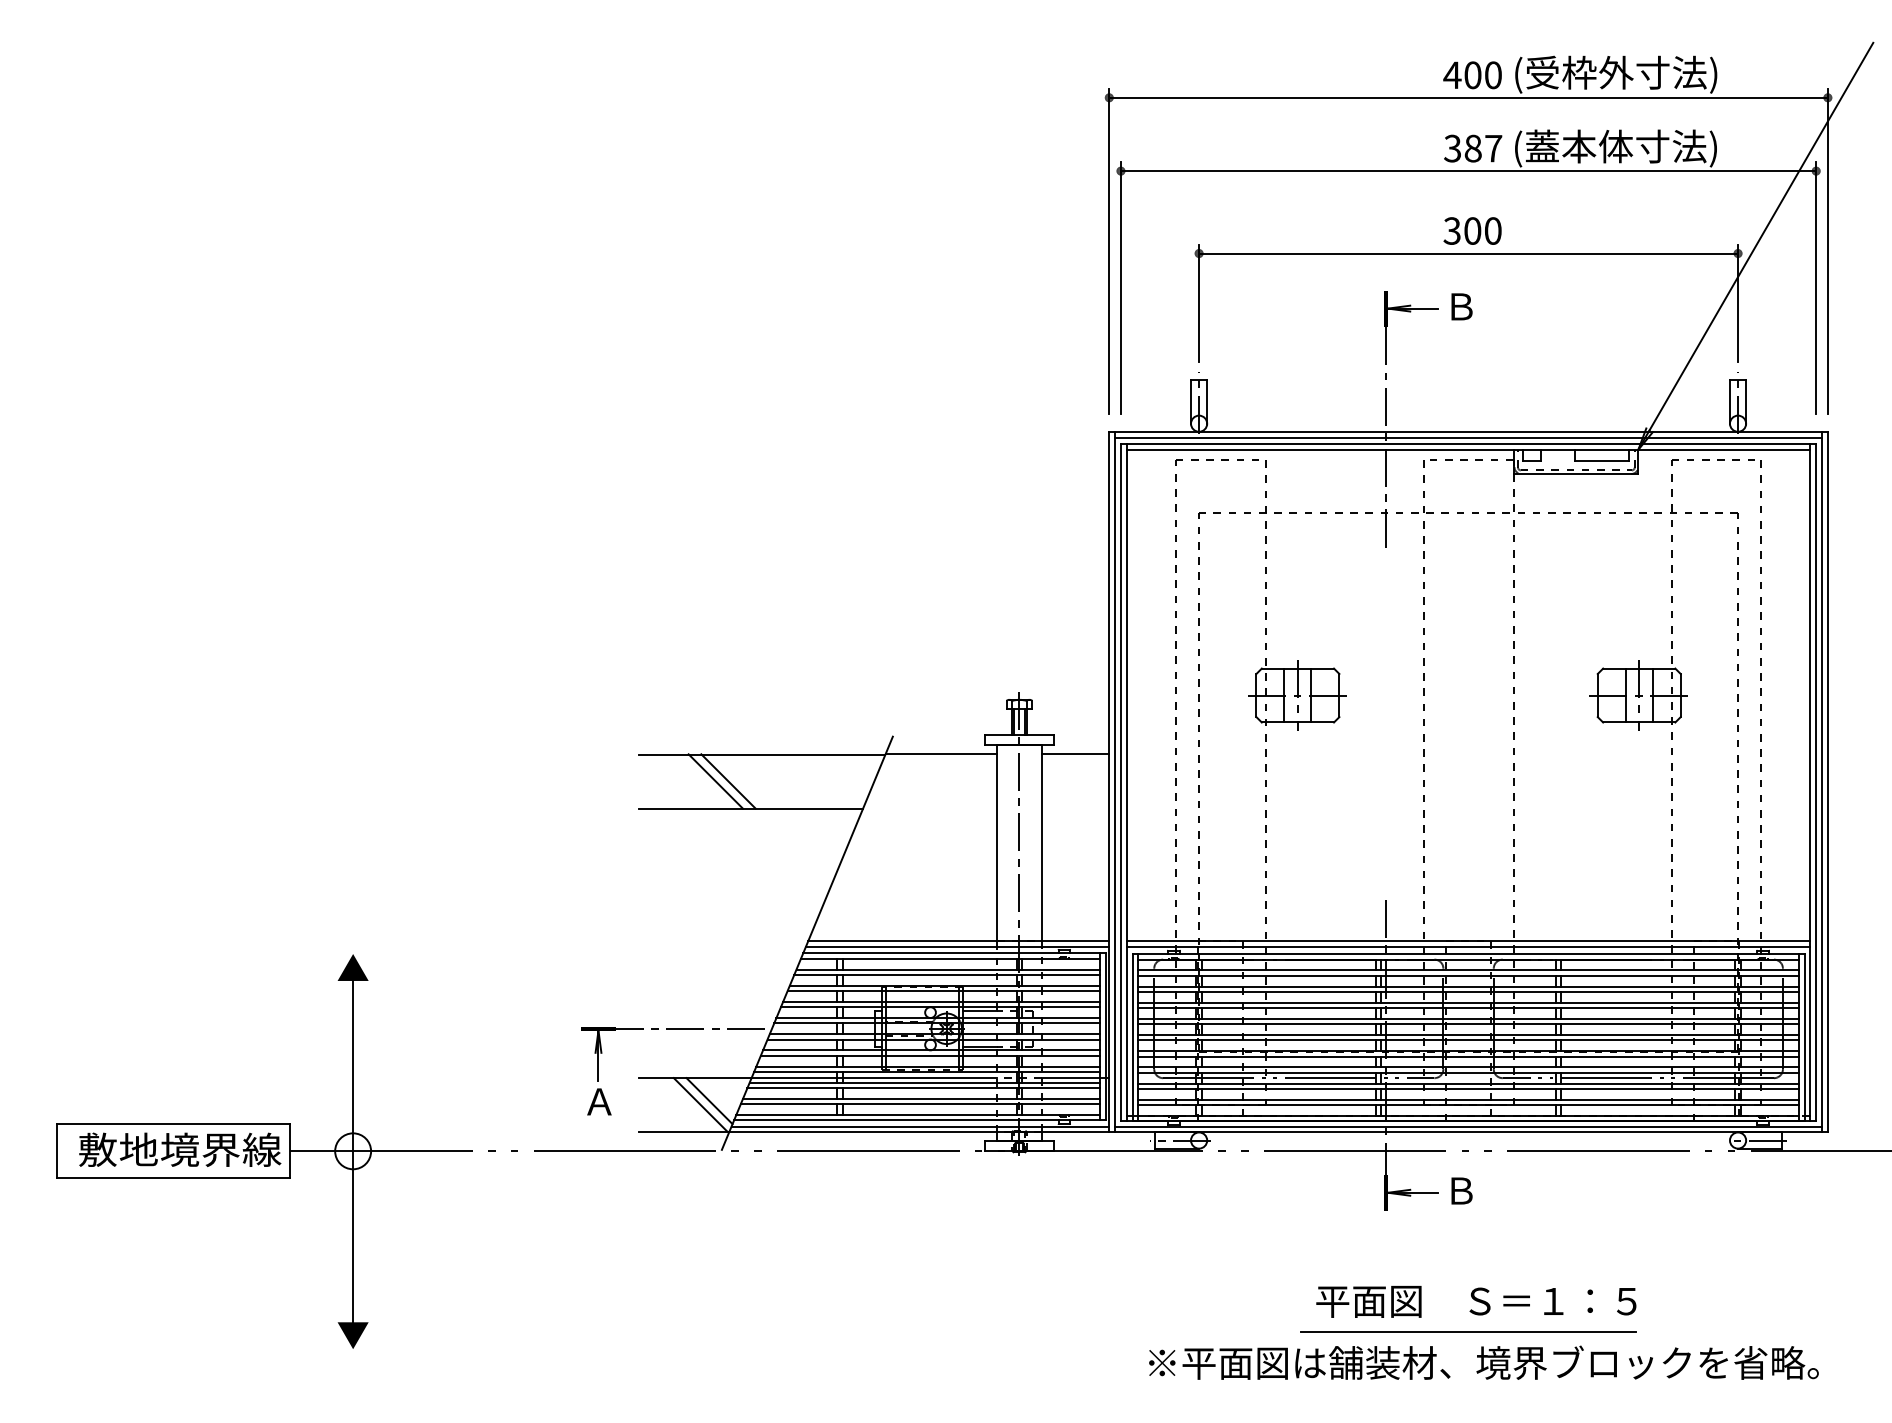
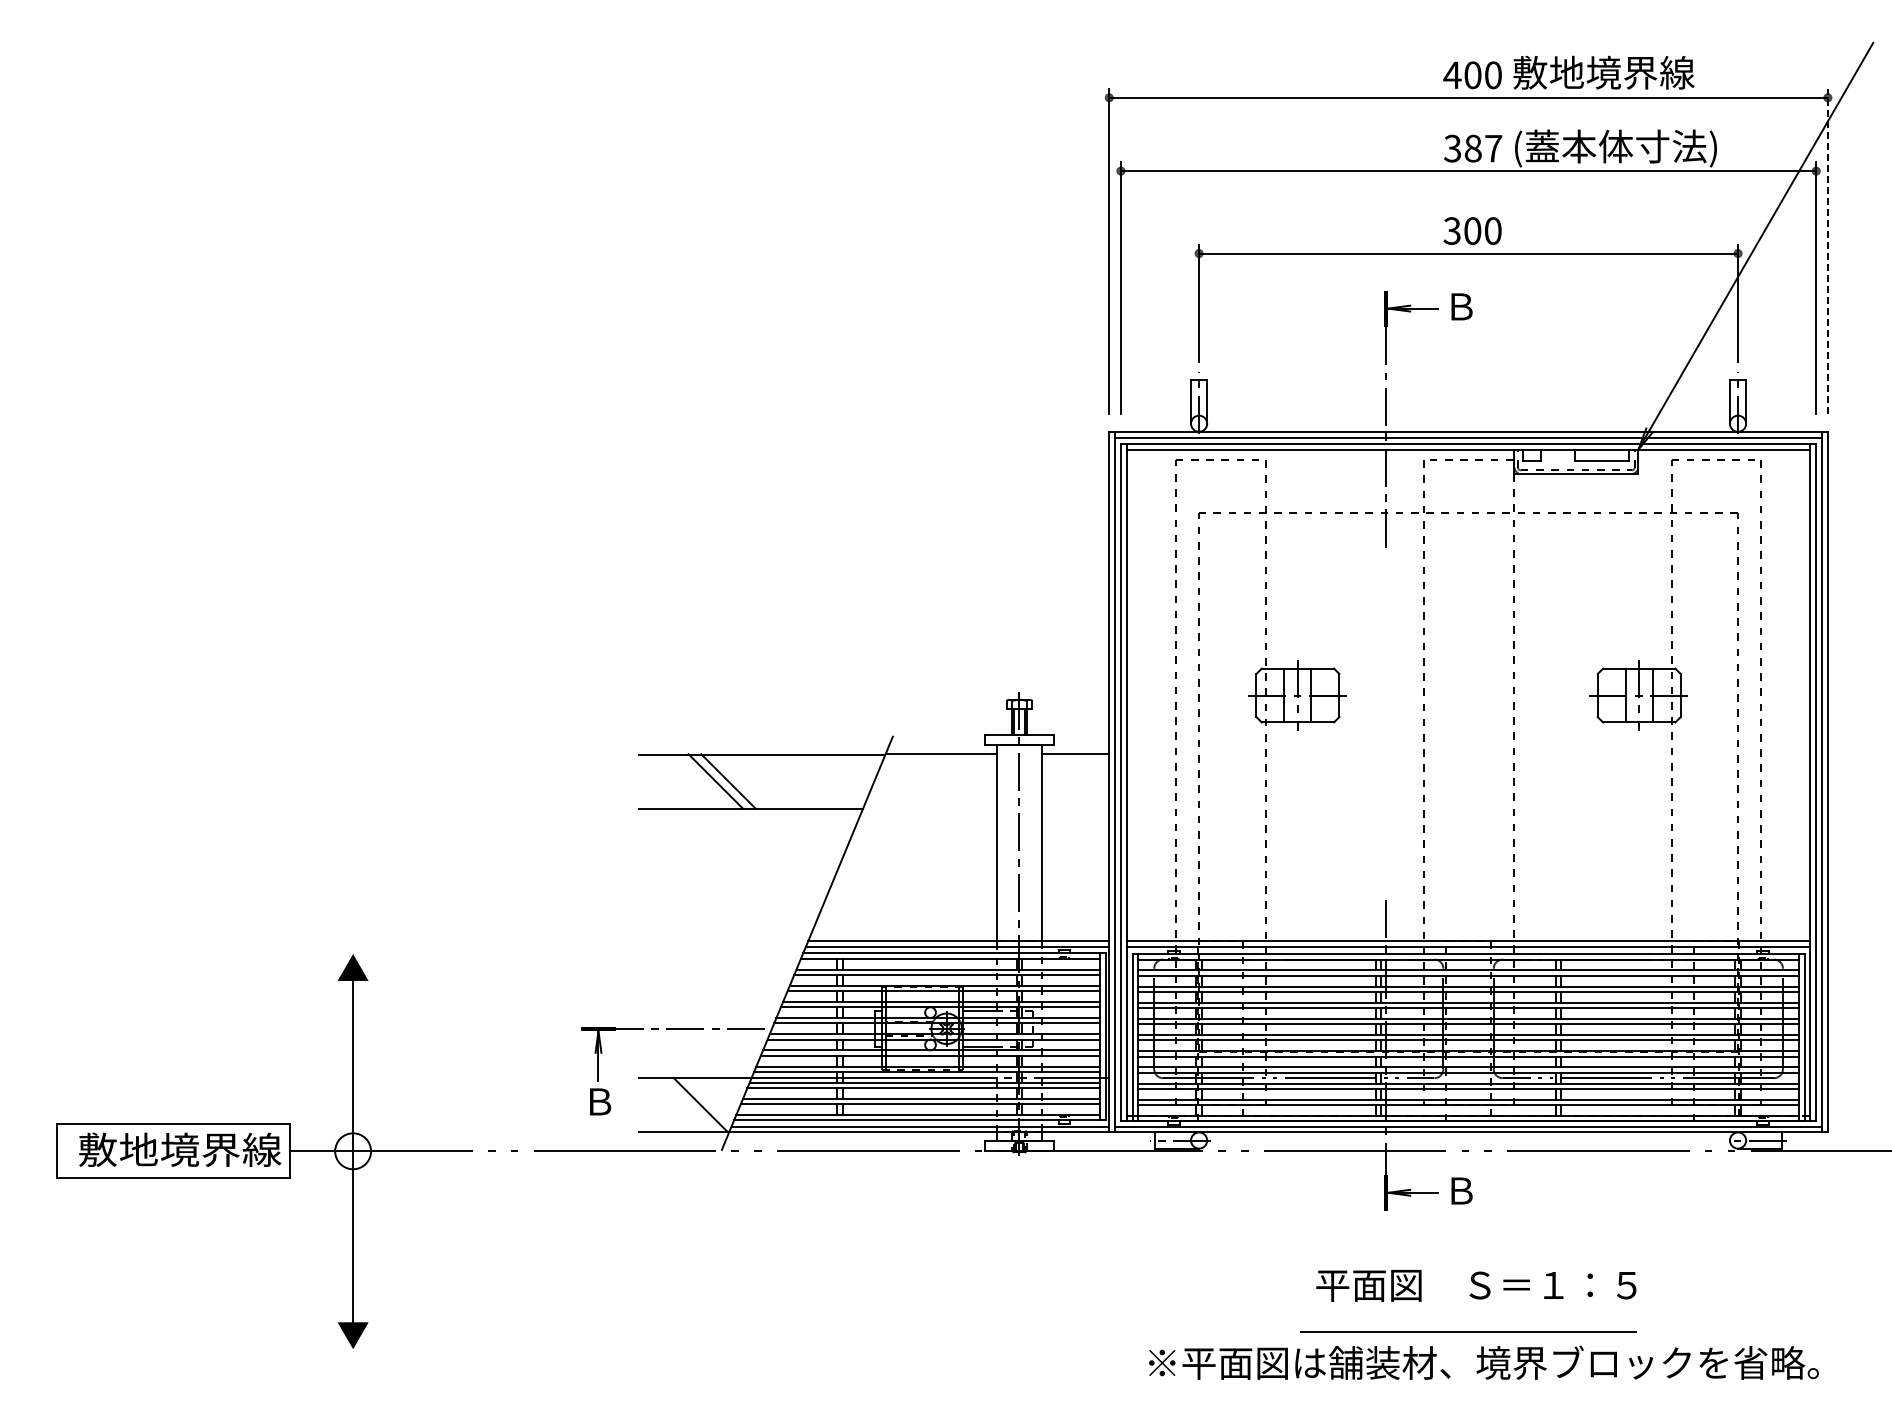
text at (1615, 74): (受枠外寸法) -> 敷地境界線
line at (1827, 251): solid -> dashed
text at (599, 1101): Ａ -> Ｂ
line at (709, 1101): present -> none
text at (1476, 1301) position: (1476, 1301) -> (1476, 1285)
